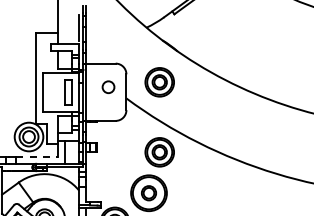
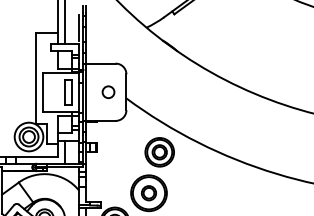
line at (64, 22): none -> present
part at (159, 82): present -> none
circle at (108, 86) position: (108, 86) -> (108, 91)
line at (37, 156): dashed -> solid
